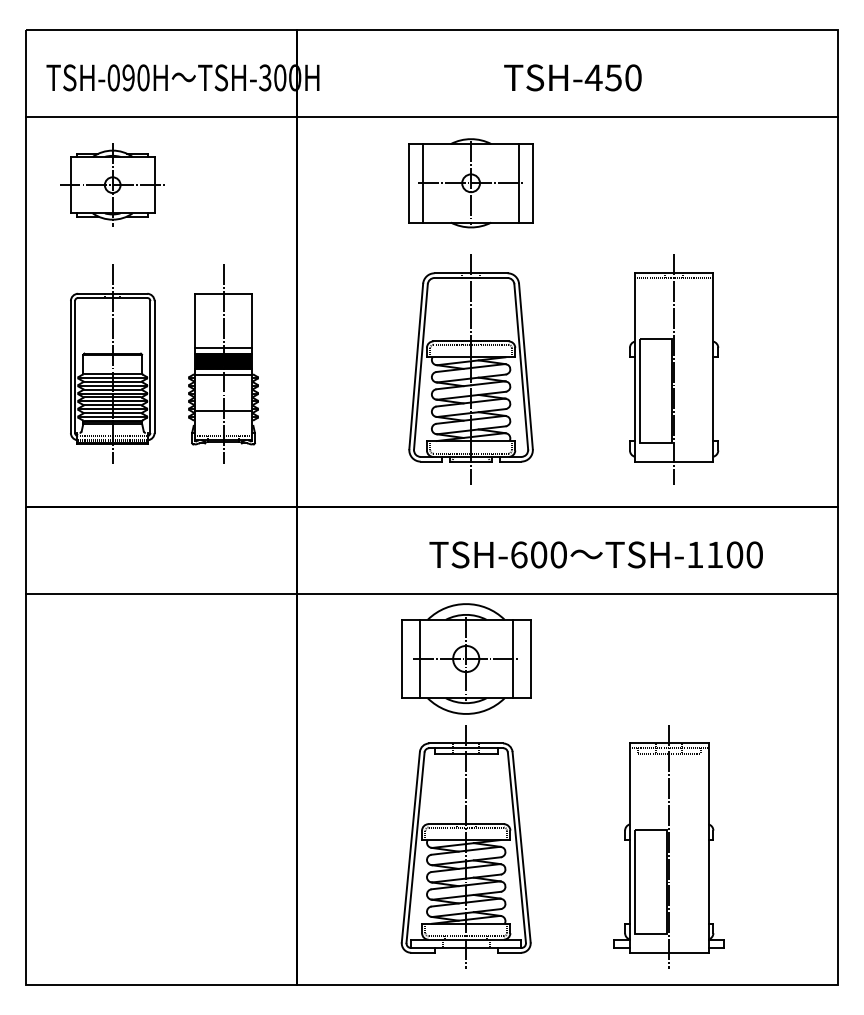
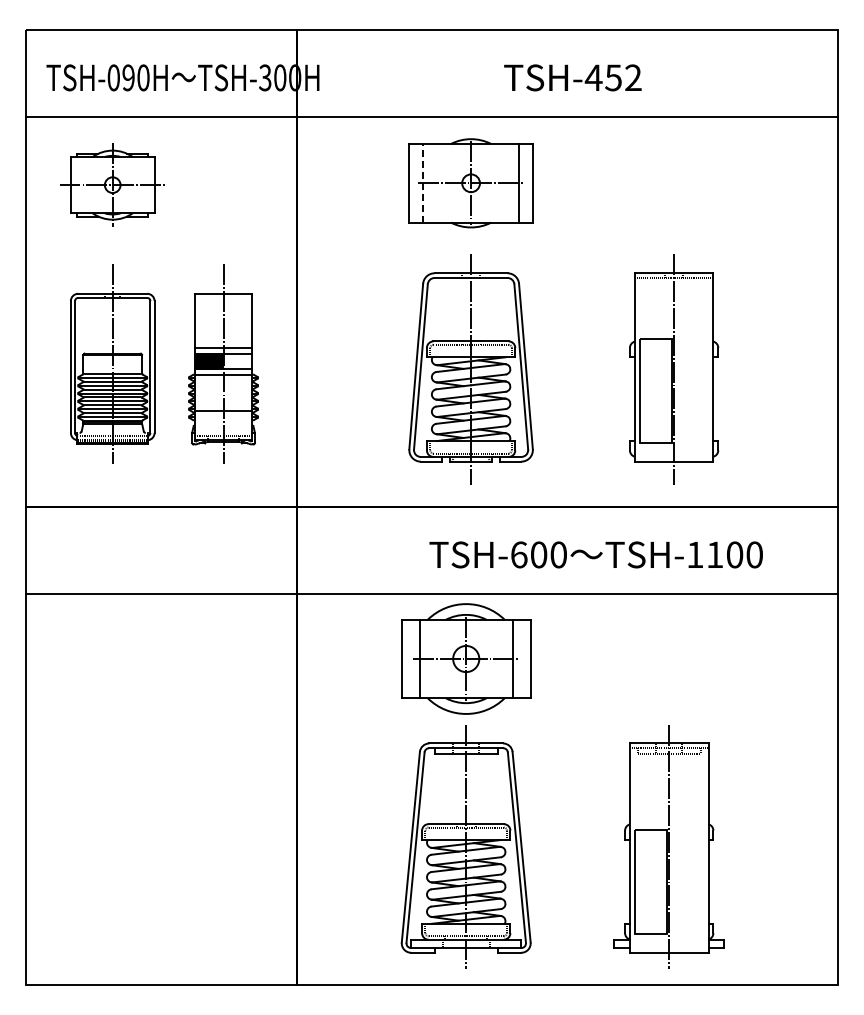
text at (633, 77): TSH-450 -> TSH-452
line at (423, 182): solid -> dashed
hatch at (237, 361): present -> none
